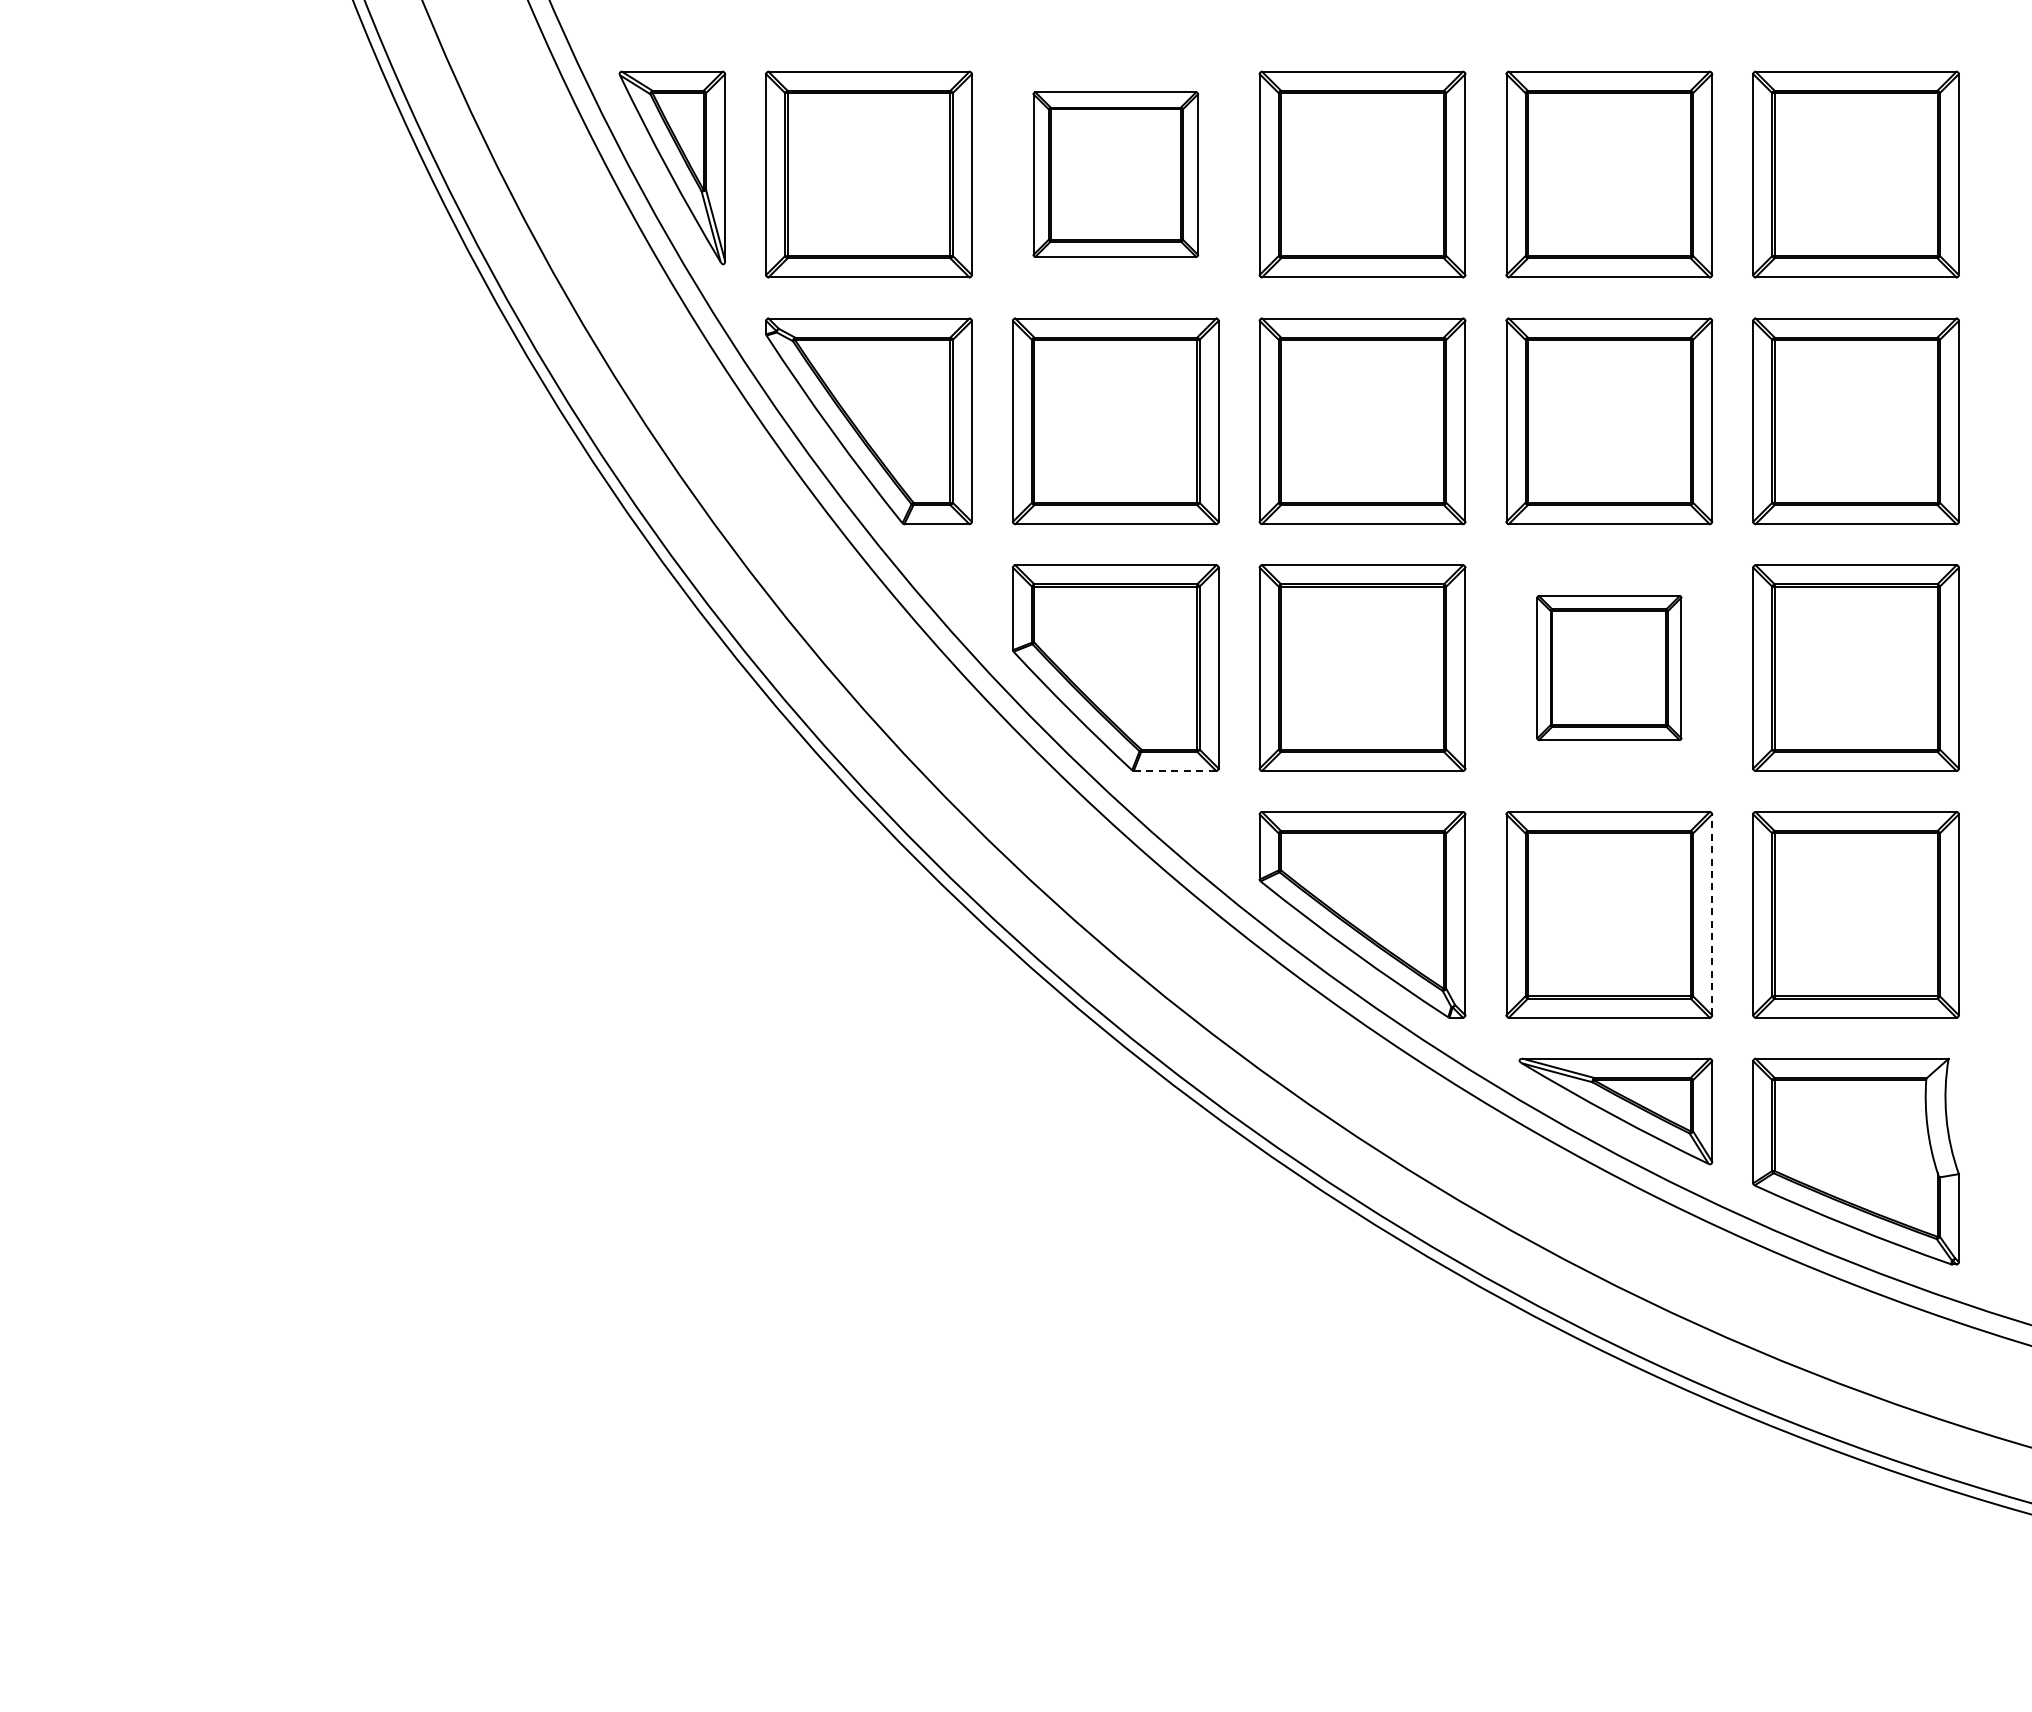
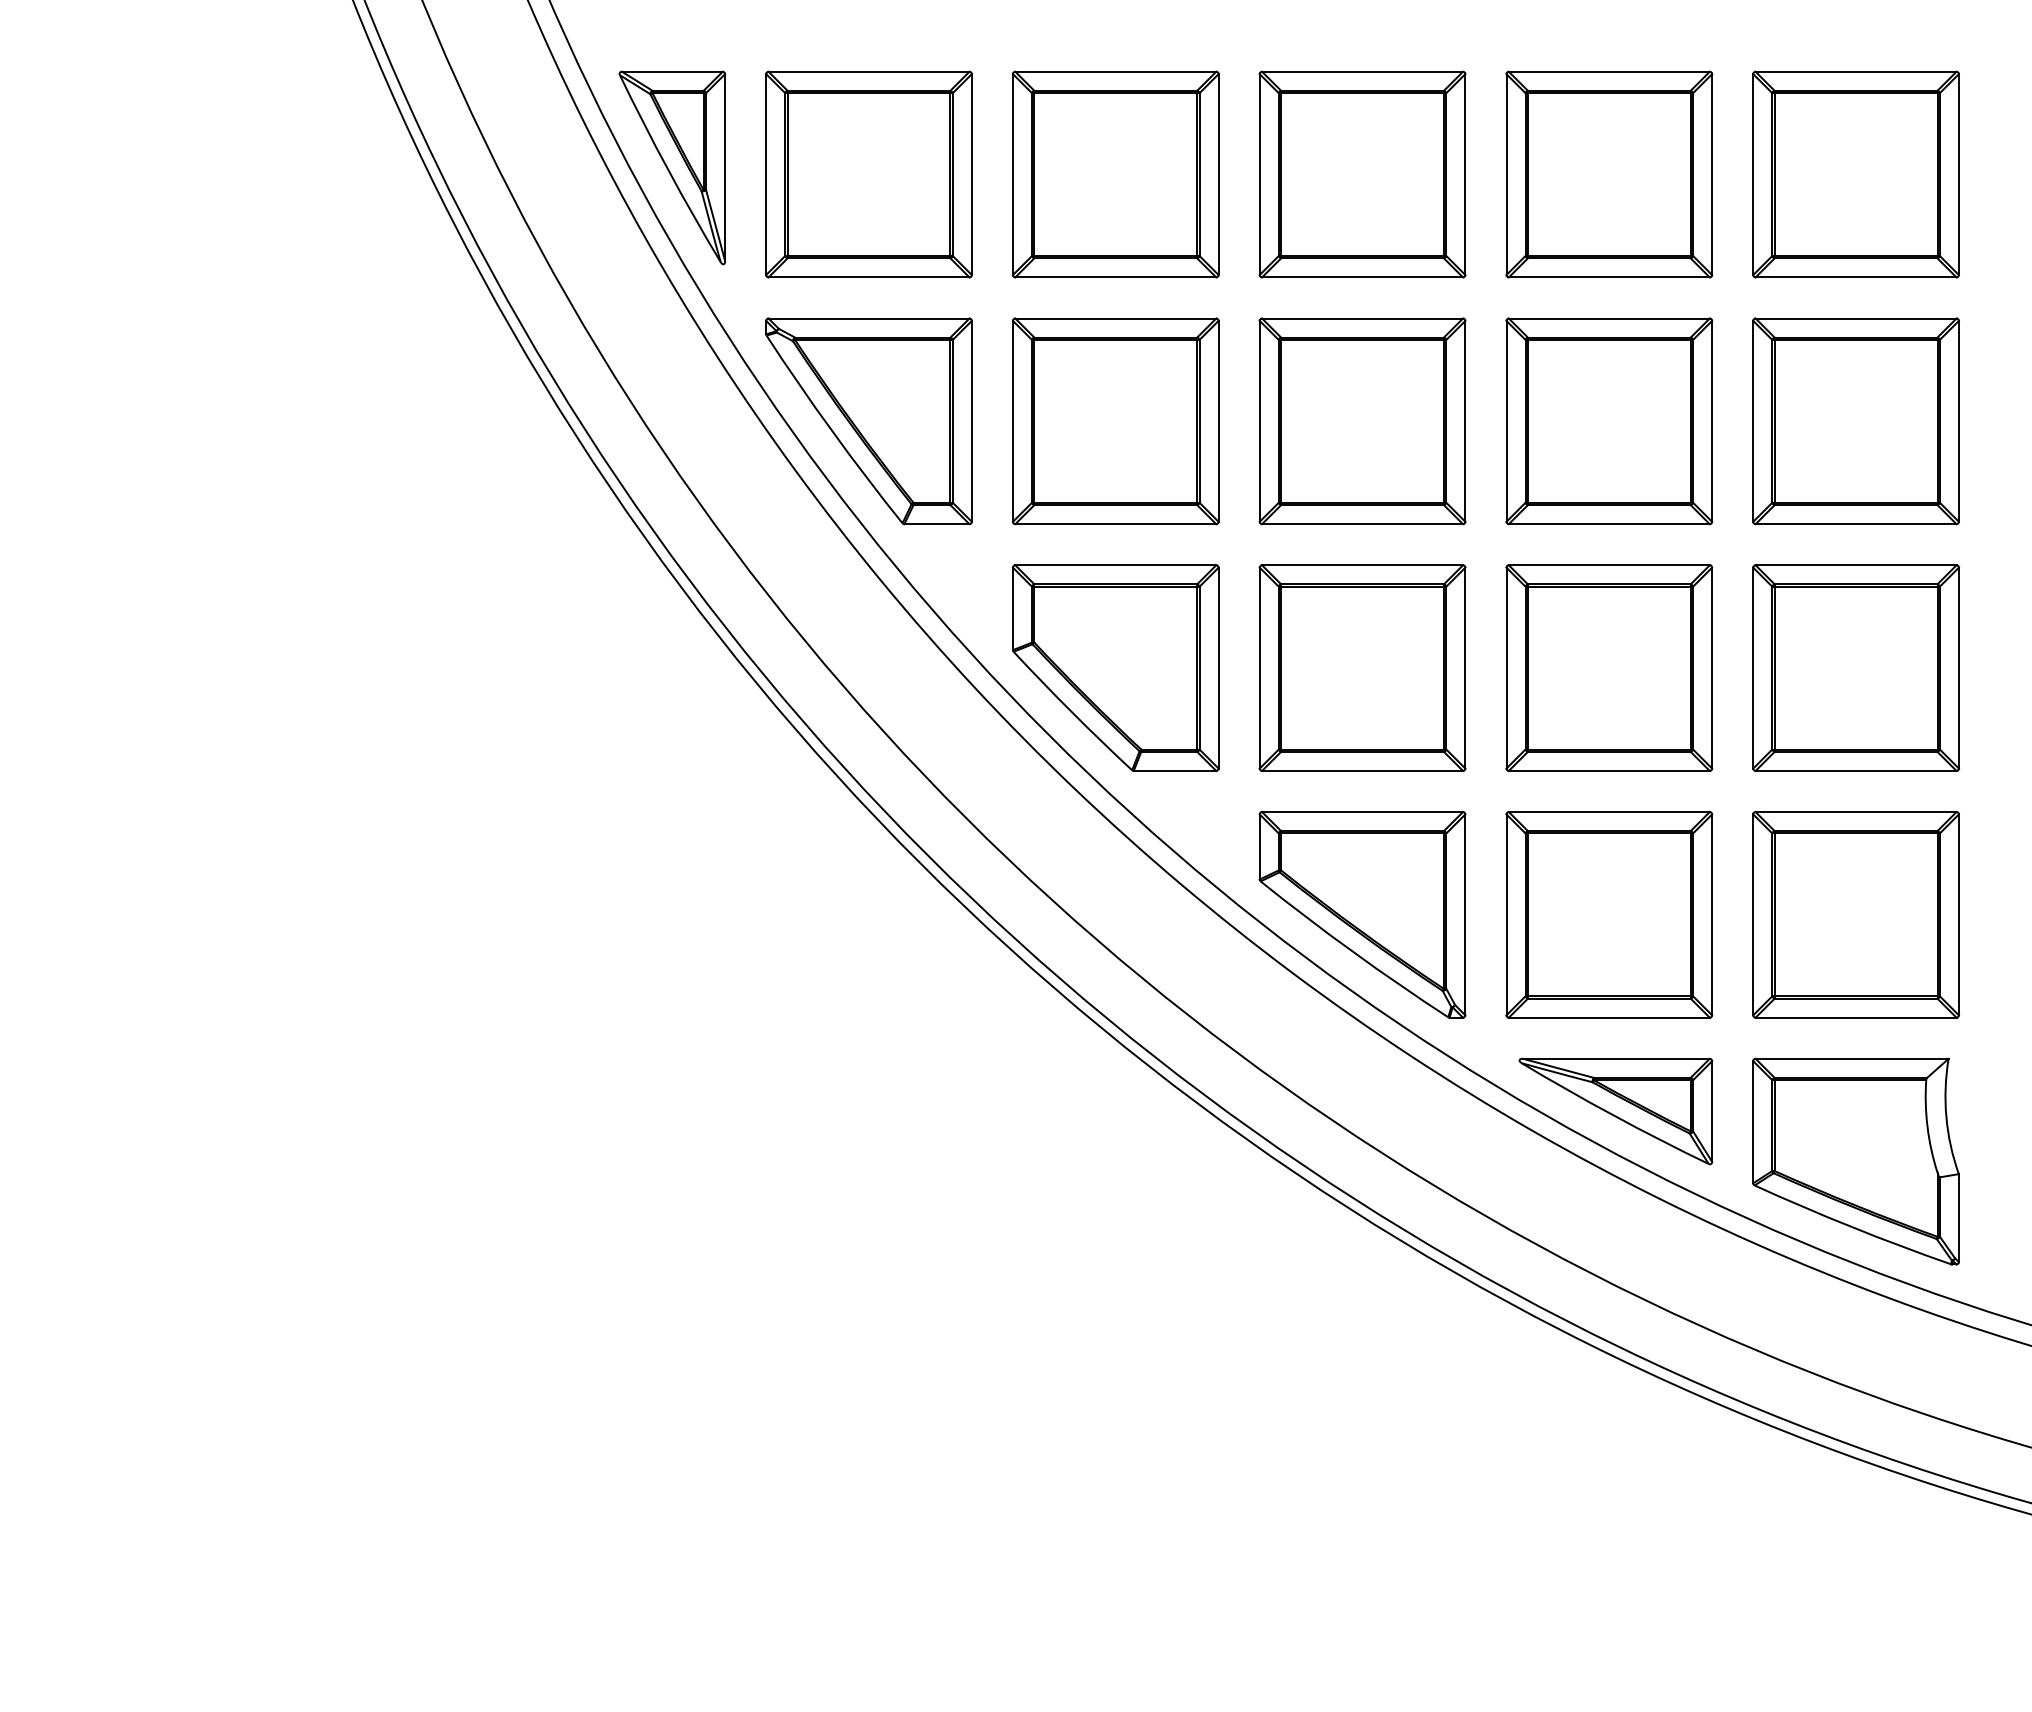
part at (1115, 174) size: 168x167 px -> 208x209 px
part at (1609, 668) size: 147x147 px -> 209x208 px
line at (1175, 770): dashed -> solid
line at (1712, 914): dashed -> solid
